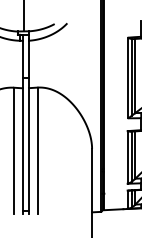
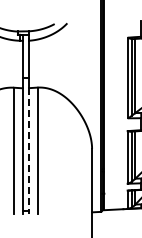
line at (23, 16): present -> none
line at (28, 151): solid -> dashed
